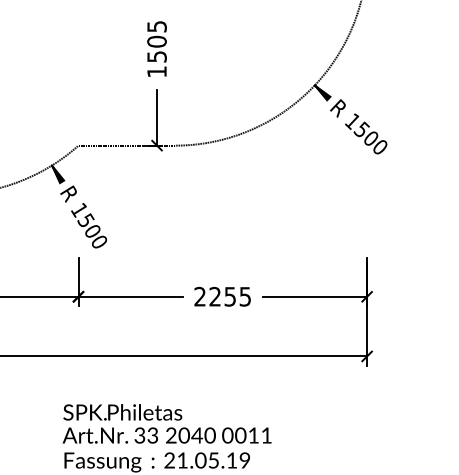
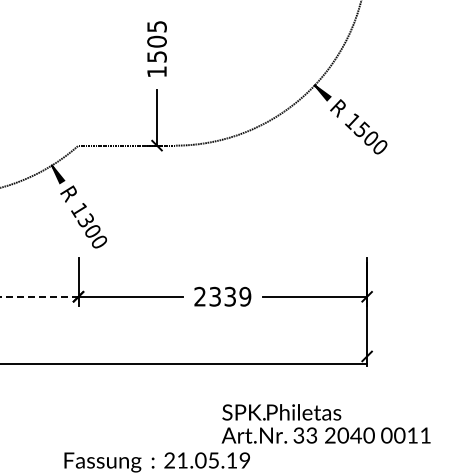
text at (87, 220): 1500 -> 1300
line at (39, 296): solid -> dashed
text at (230, 296): 2255 -> 2339
line at (184, 356) position: (184, 356) -> (184, 364)
text at (166, 423) position: (166, 423) -> (325, 423)
